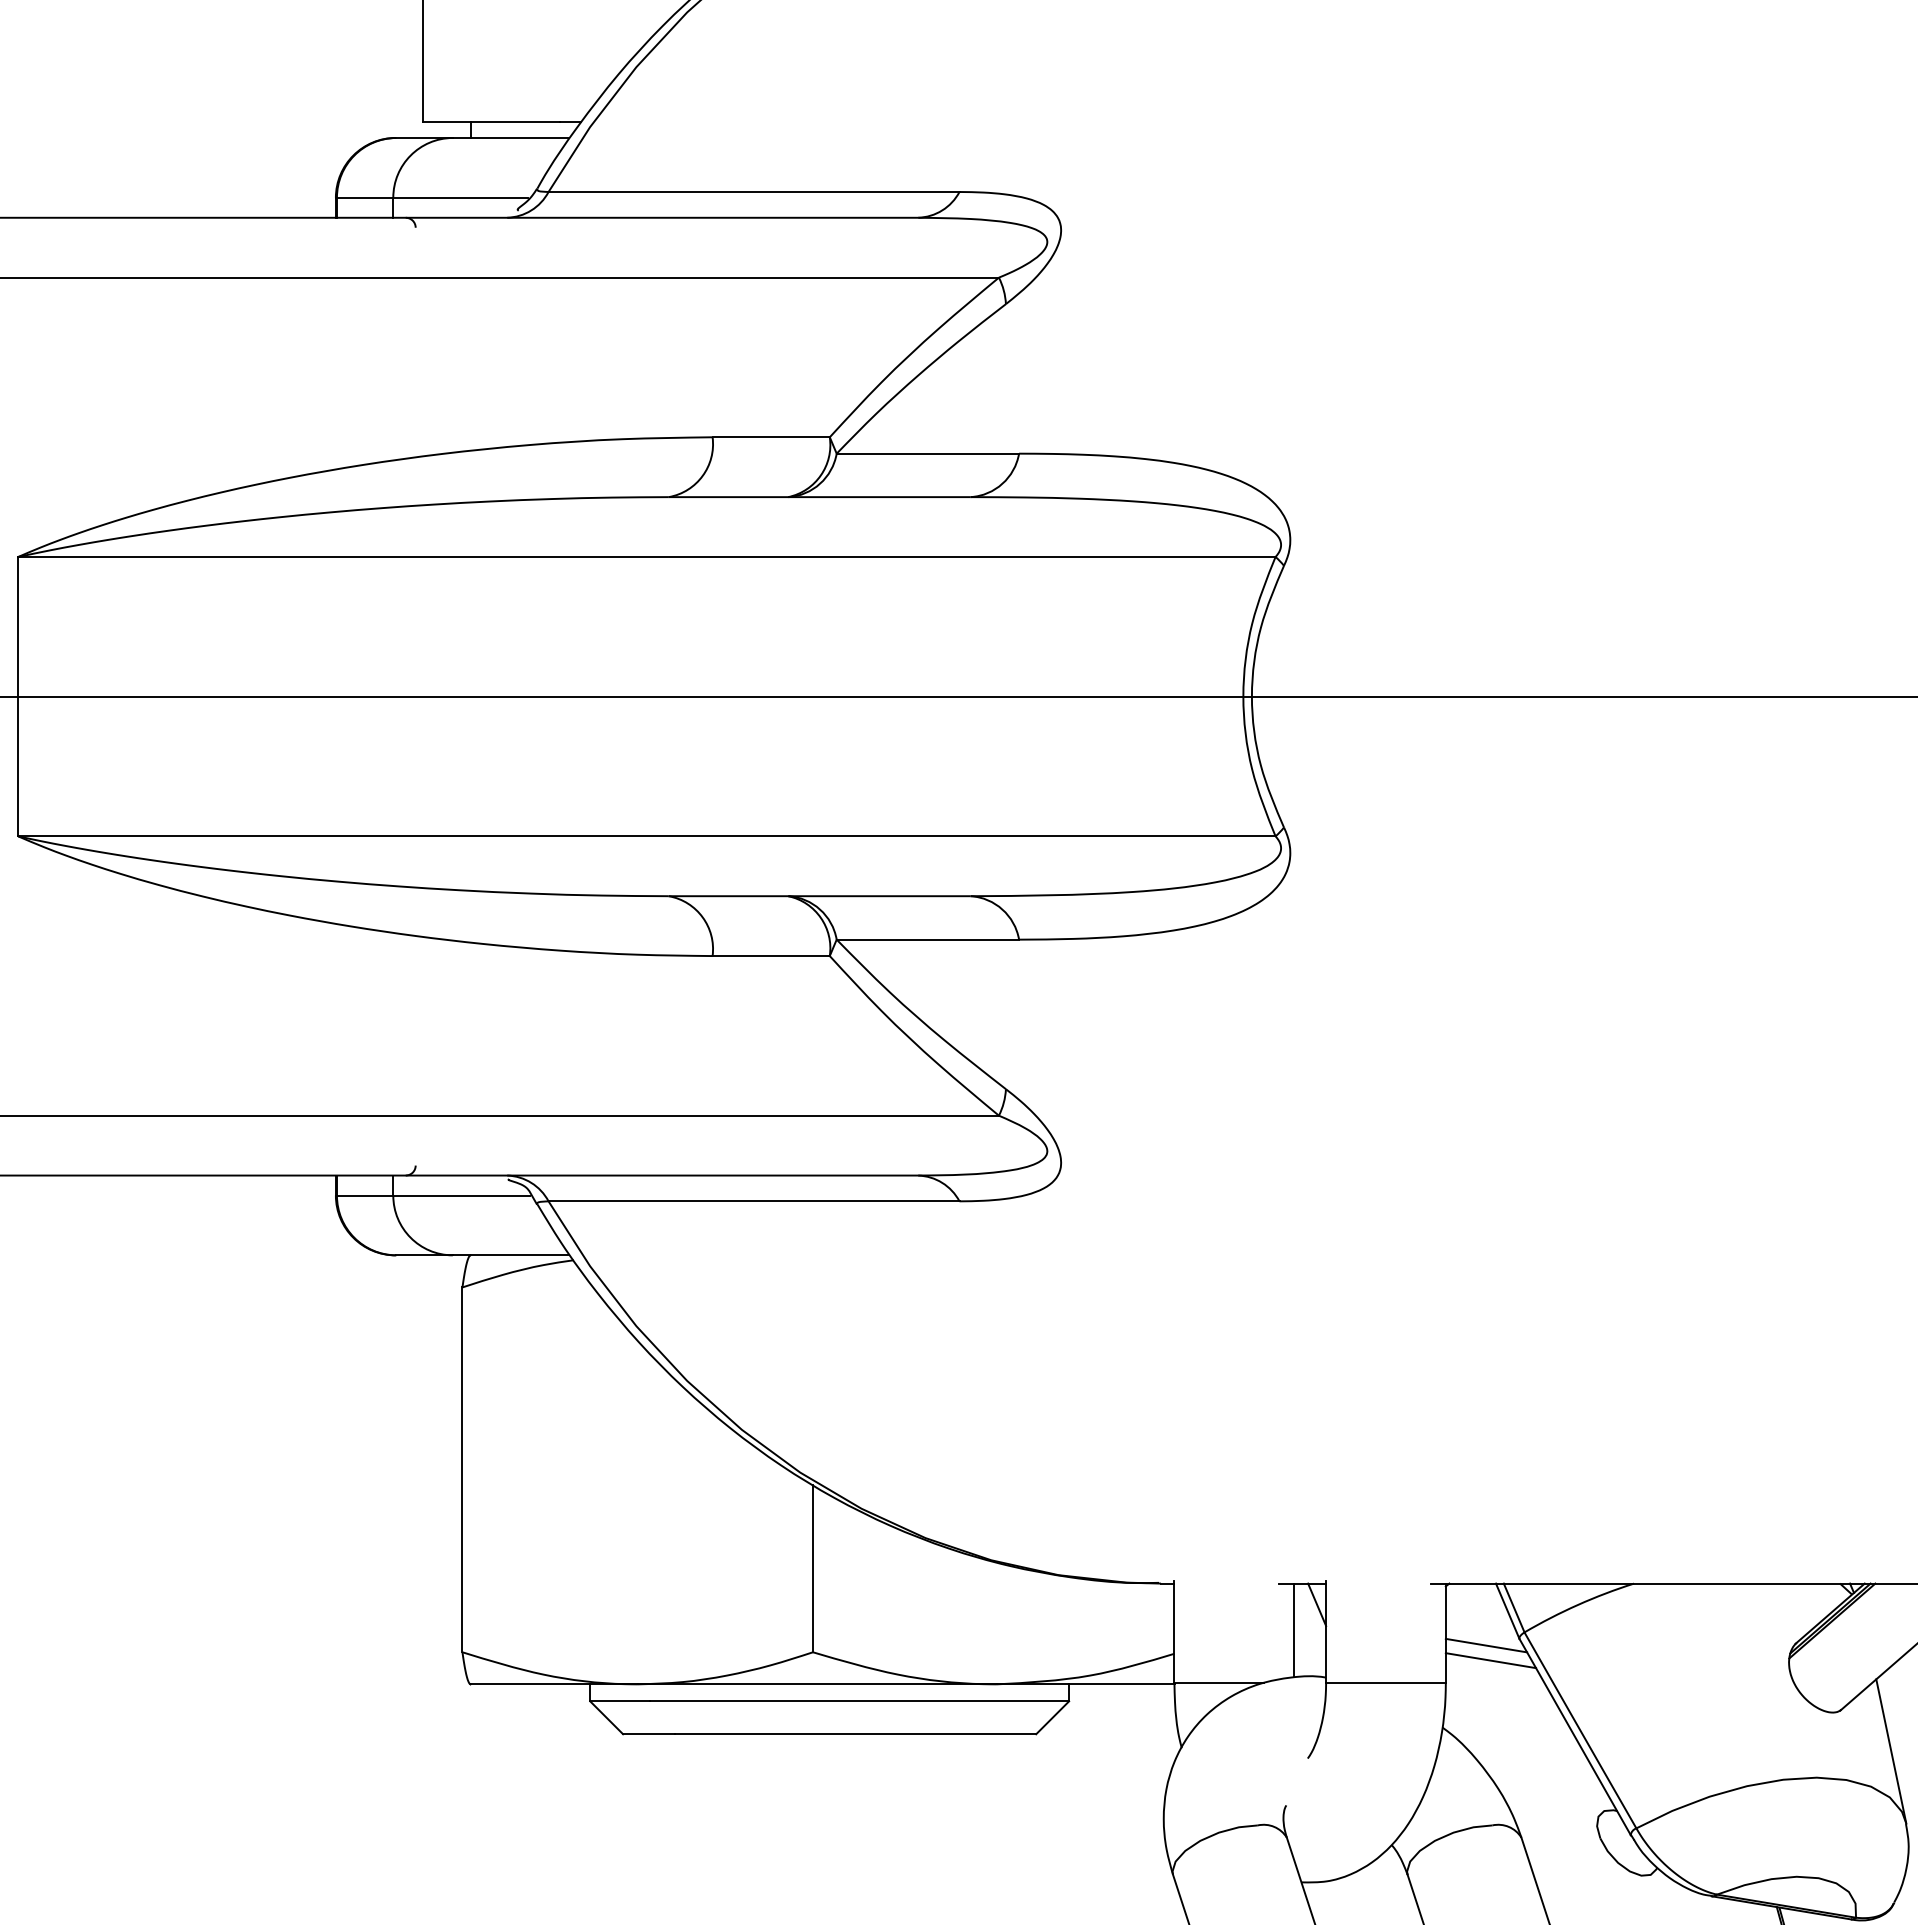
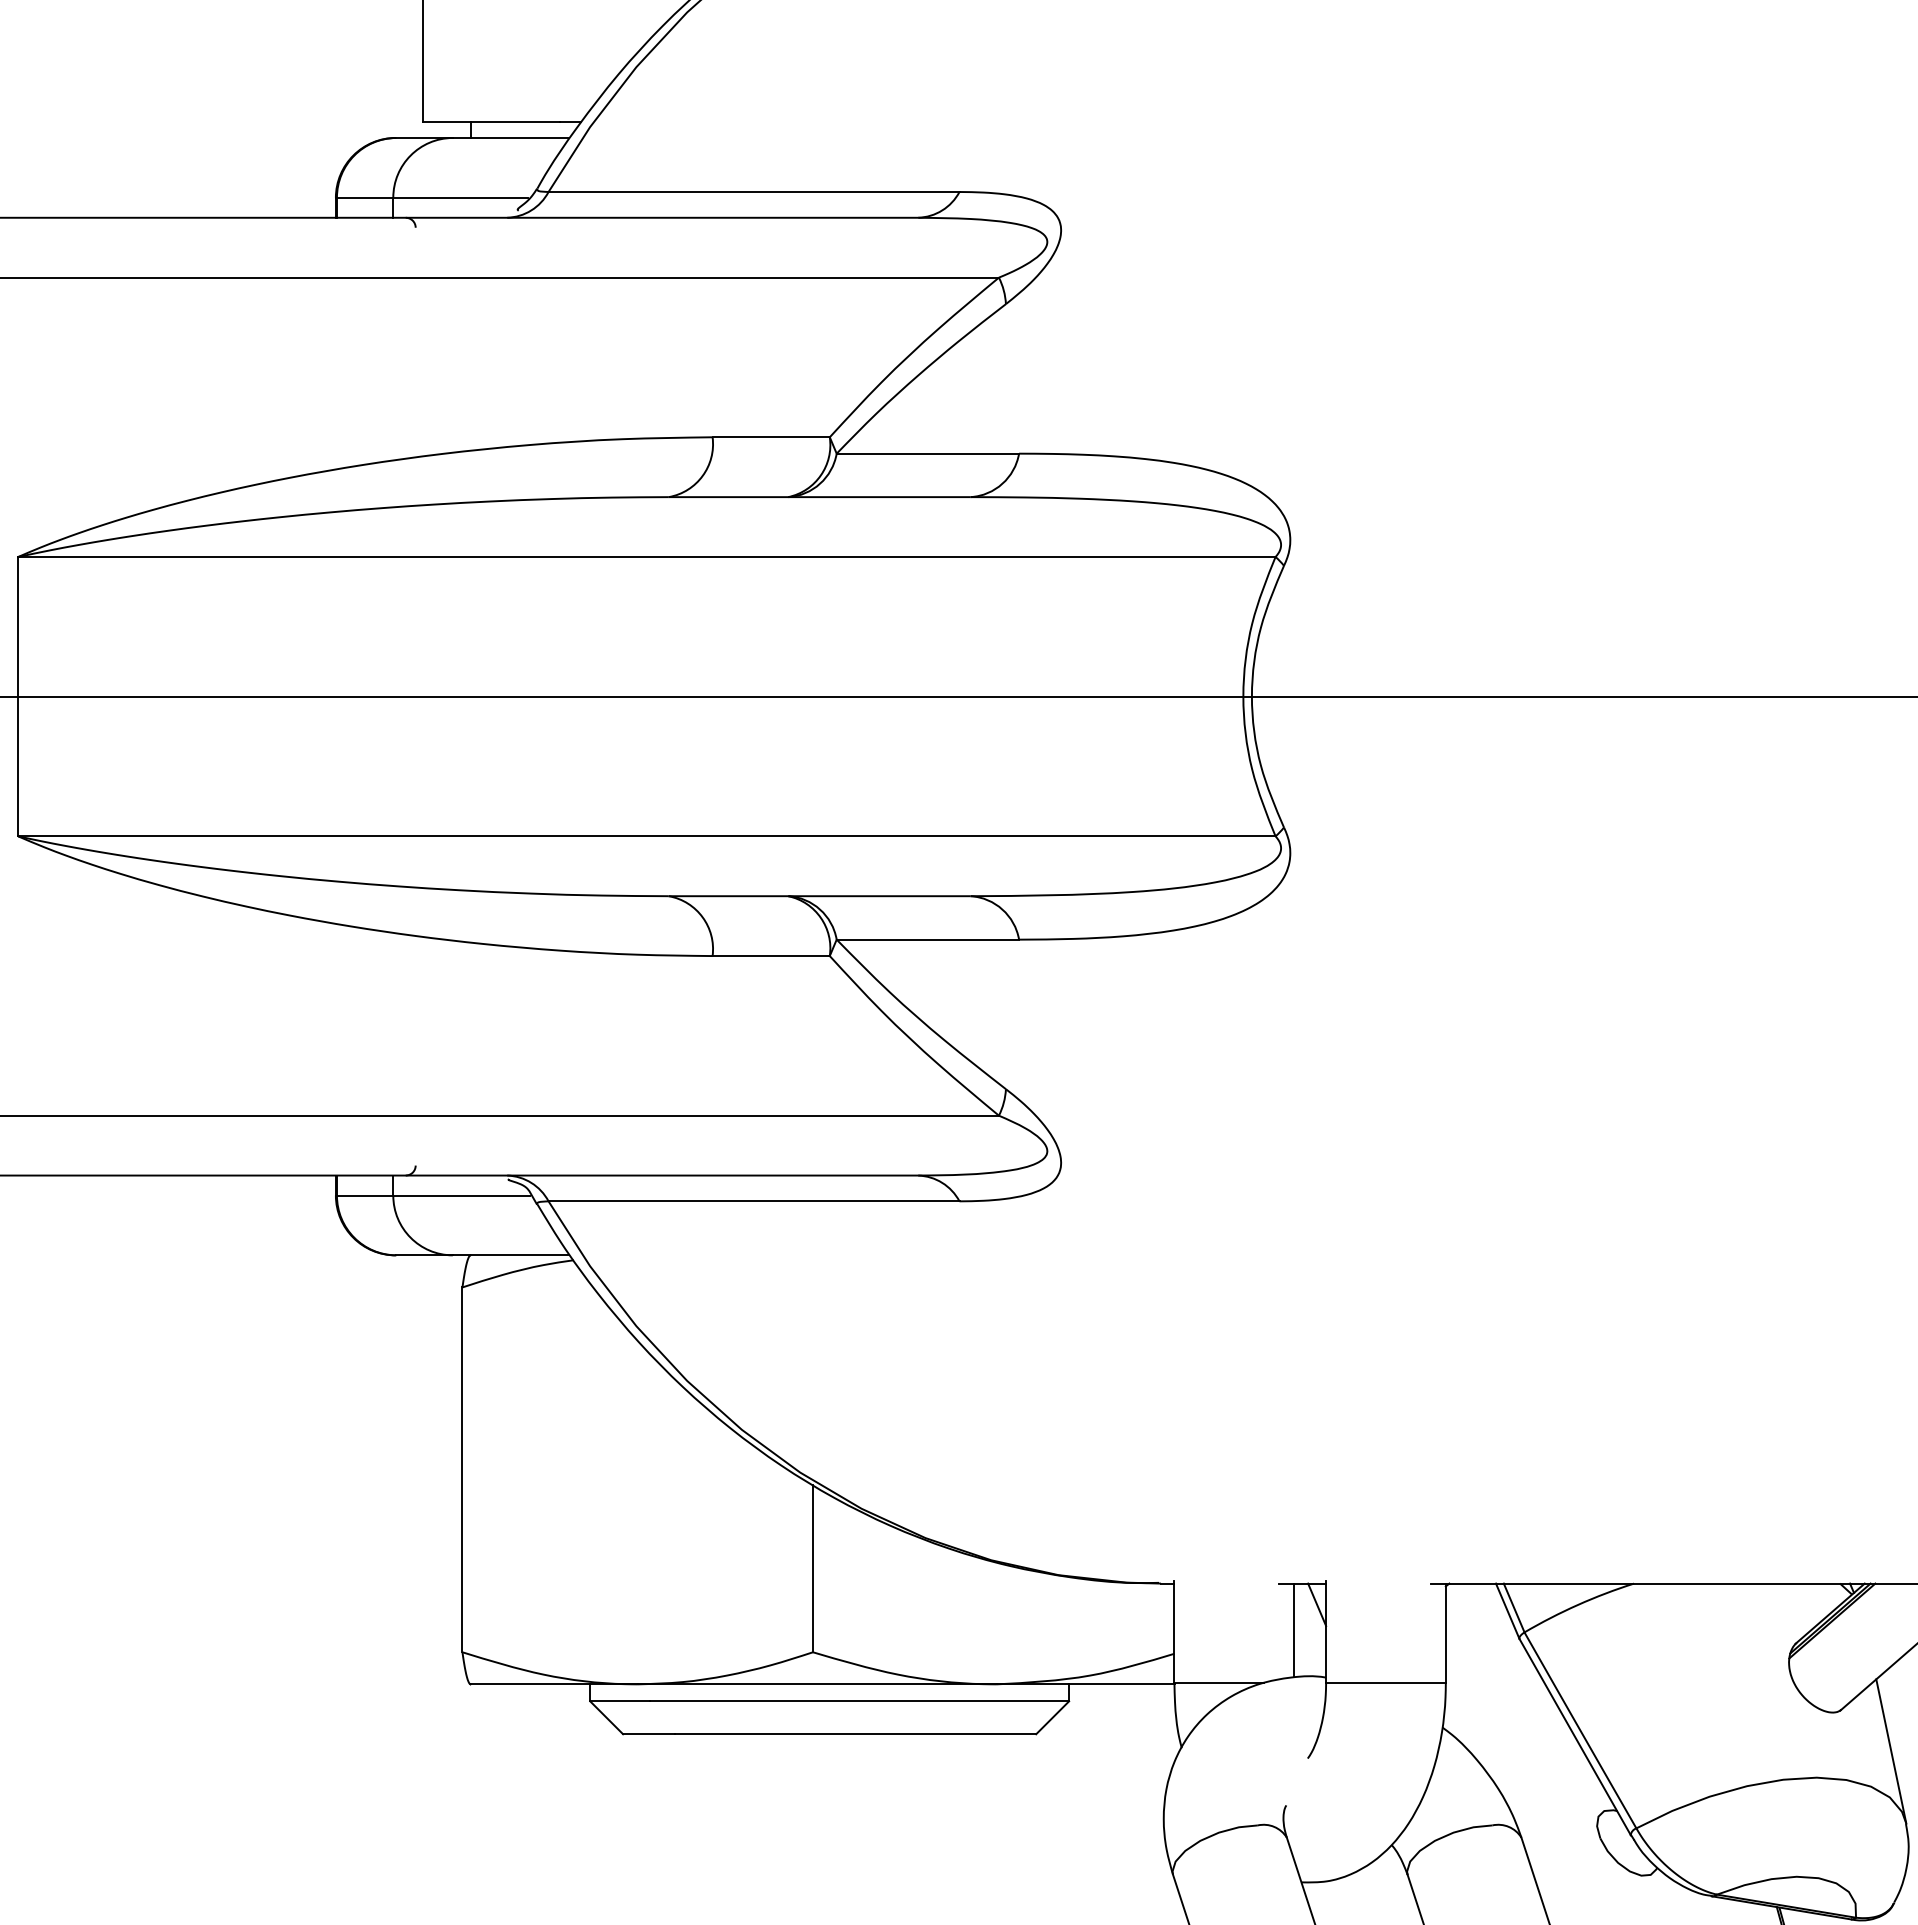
line at (1486, 1645): present -> none
line at (1490, 1660): present -> none
